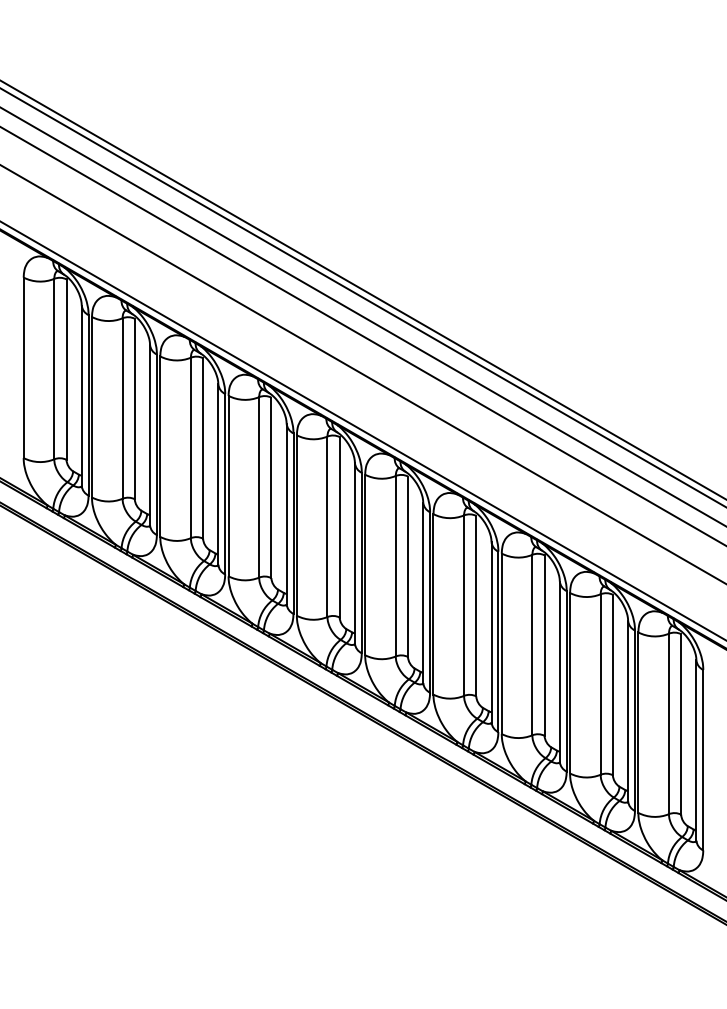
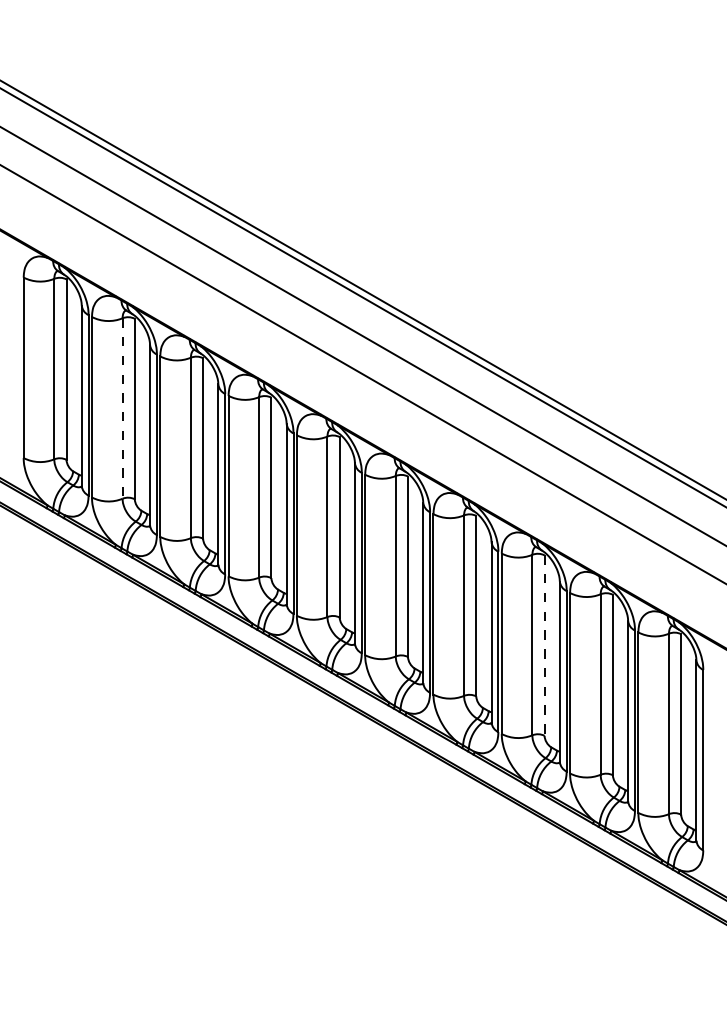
line at (362, 316): present -> none
line at (122, 409): solid -> dashed
line at (362, 430): present -> none
line at (544, 646): solid -> dashed
